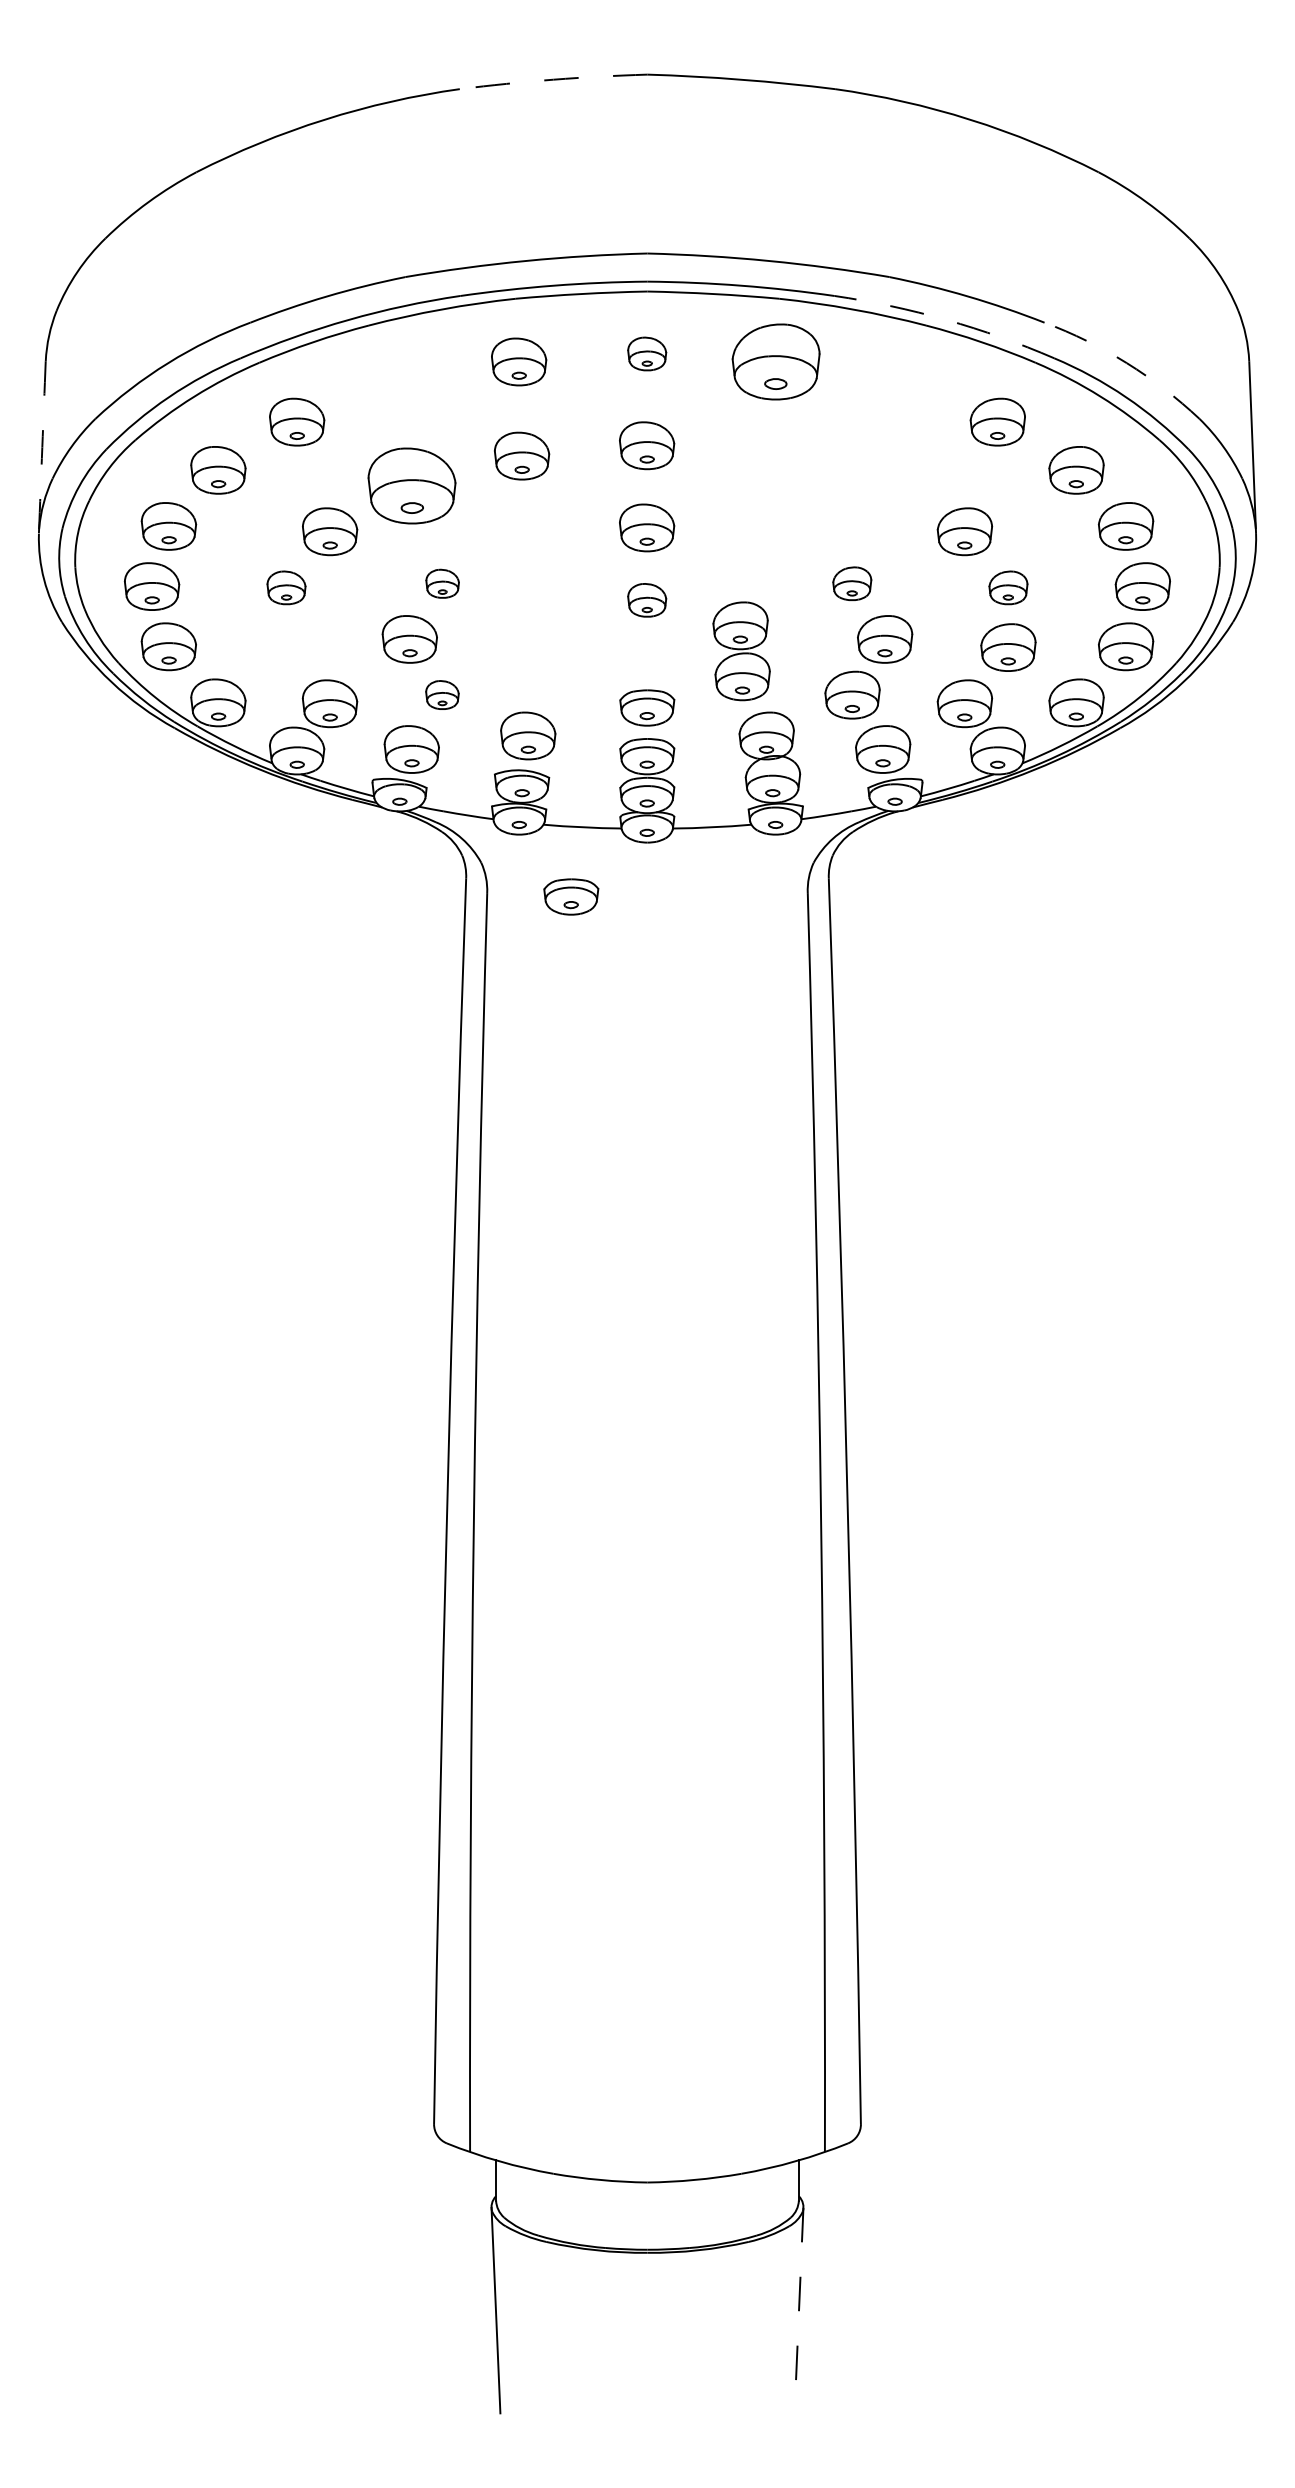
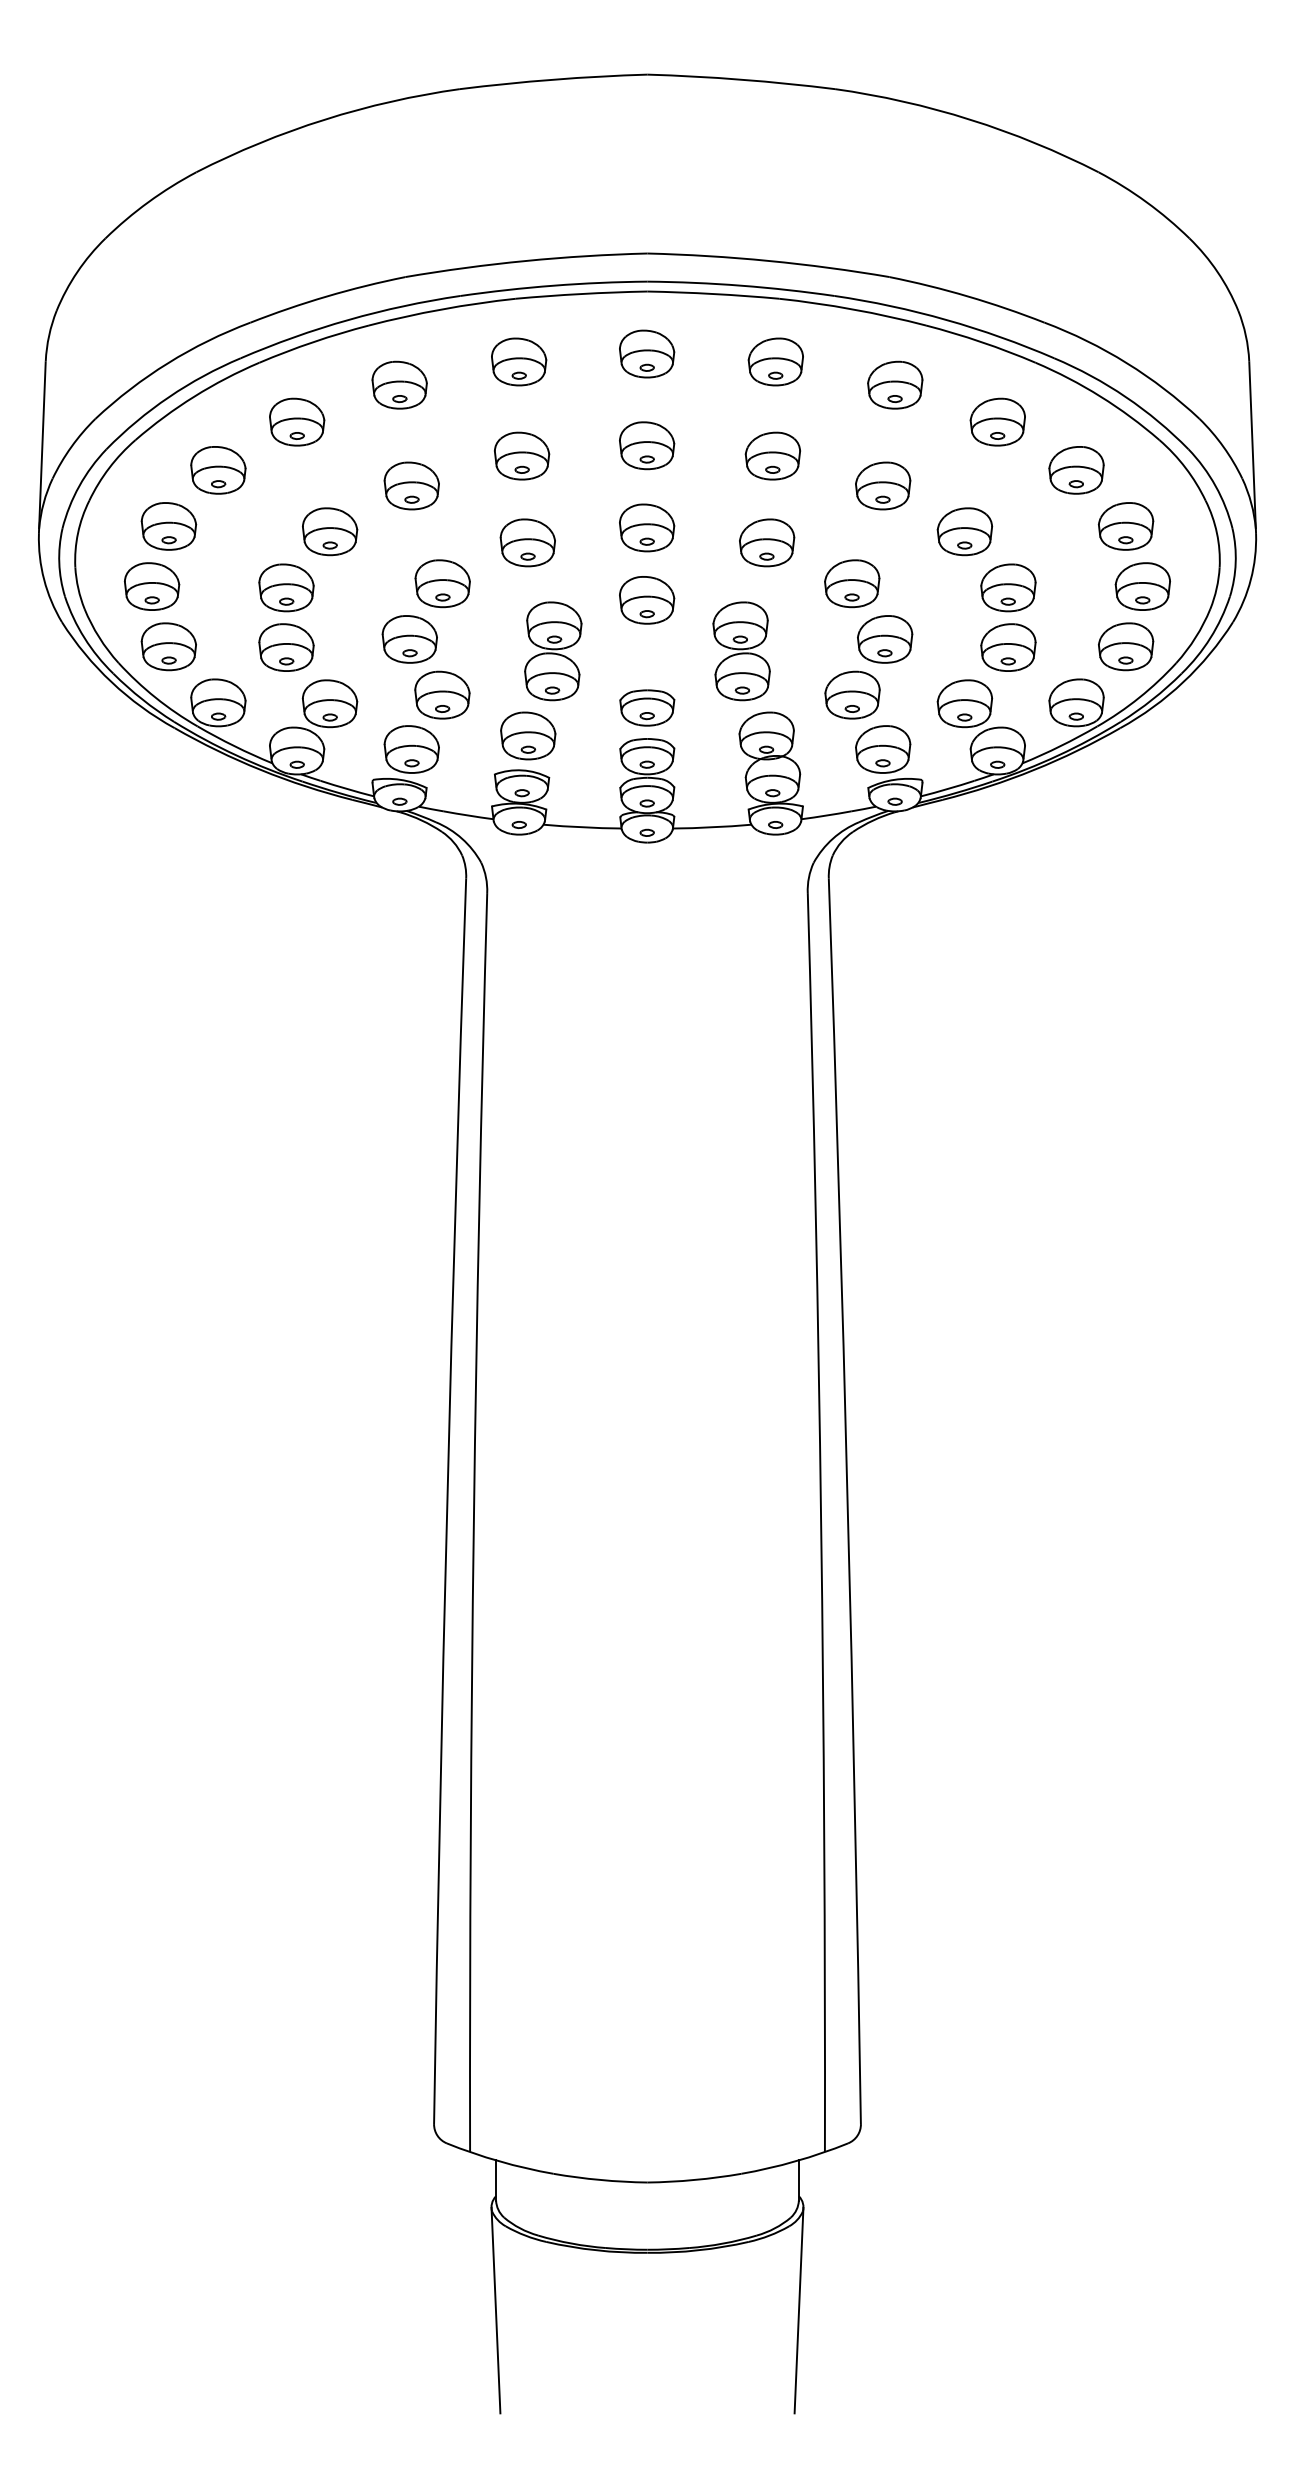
arc at (553, 79): dashed -> solid
arc at (946, 319): dashed -> solid
part at (647, 353) size: 41x36 px -> 57x50 px
part at (775, 361) size: 90x78 px -> 57x50 px
arc at (1126, 363): dashed -> solid
part at (399, 384): none -> present
part at (895, 384): none -> present
arc at (42, 447): dashed -> solid
part at (772, 455): none -> present
part at (411, 485) size: 90x78 px -> 57x50 px
part at (883, 485): none -> present
part at (527, 542): none -> present
part at (767, 542): none -> present
part at (442, 583) size: 35x31 px -> 57x50 px
part at (852, 583) size: 41x35 px -> 57x50 px
part at (286, 587) size: 41x36 px -> 57x50 px
part at (1008, 587) size: 41x36 px -> 57x50 px
part at (647, 600) size: 41x35 px -> 57x49 px
part at (286, 647): none -> present
part at (553, 651): none -> present
part at (442, 694) size: 35x30 px -> 57x50 px
part at (571, 896): present -> none
line at (799, 2310): dashed -> solid
